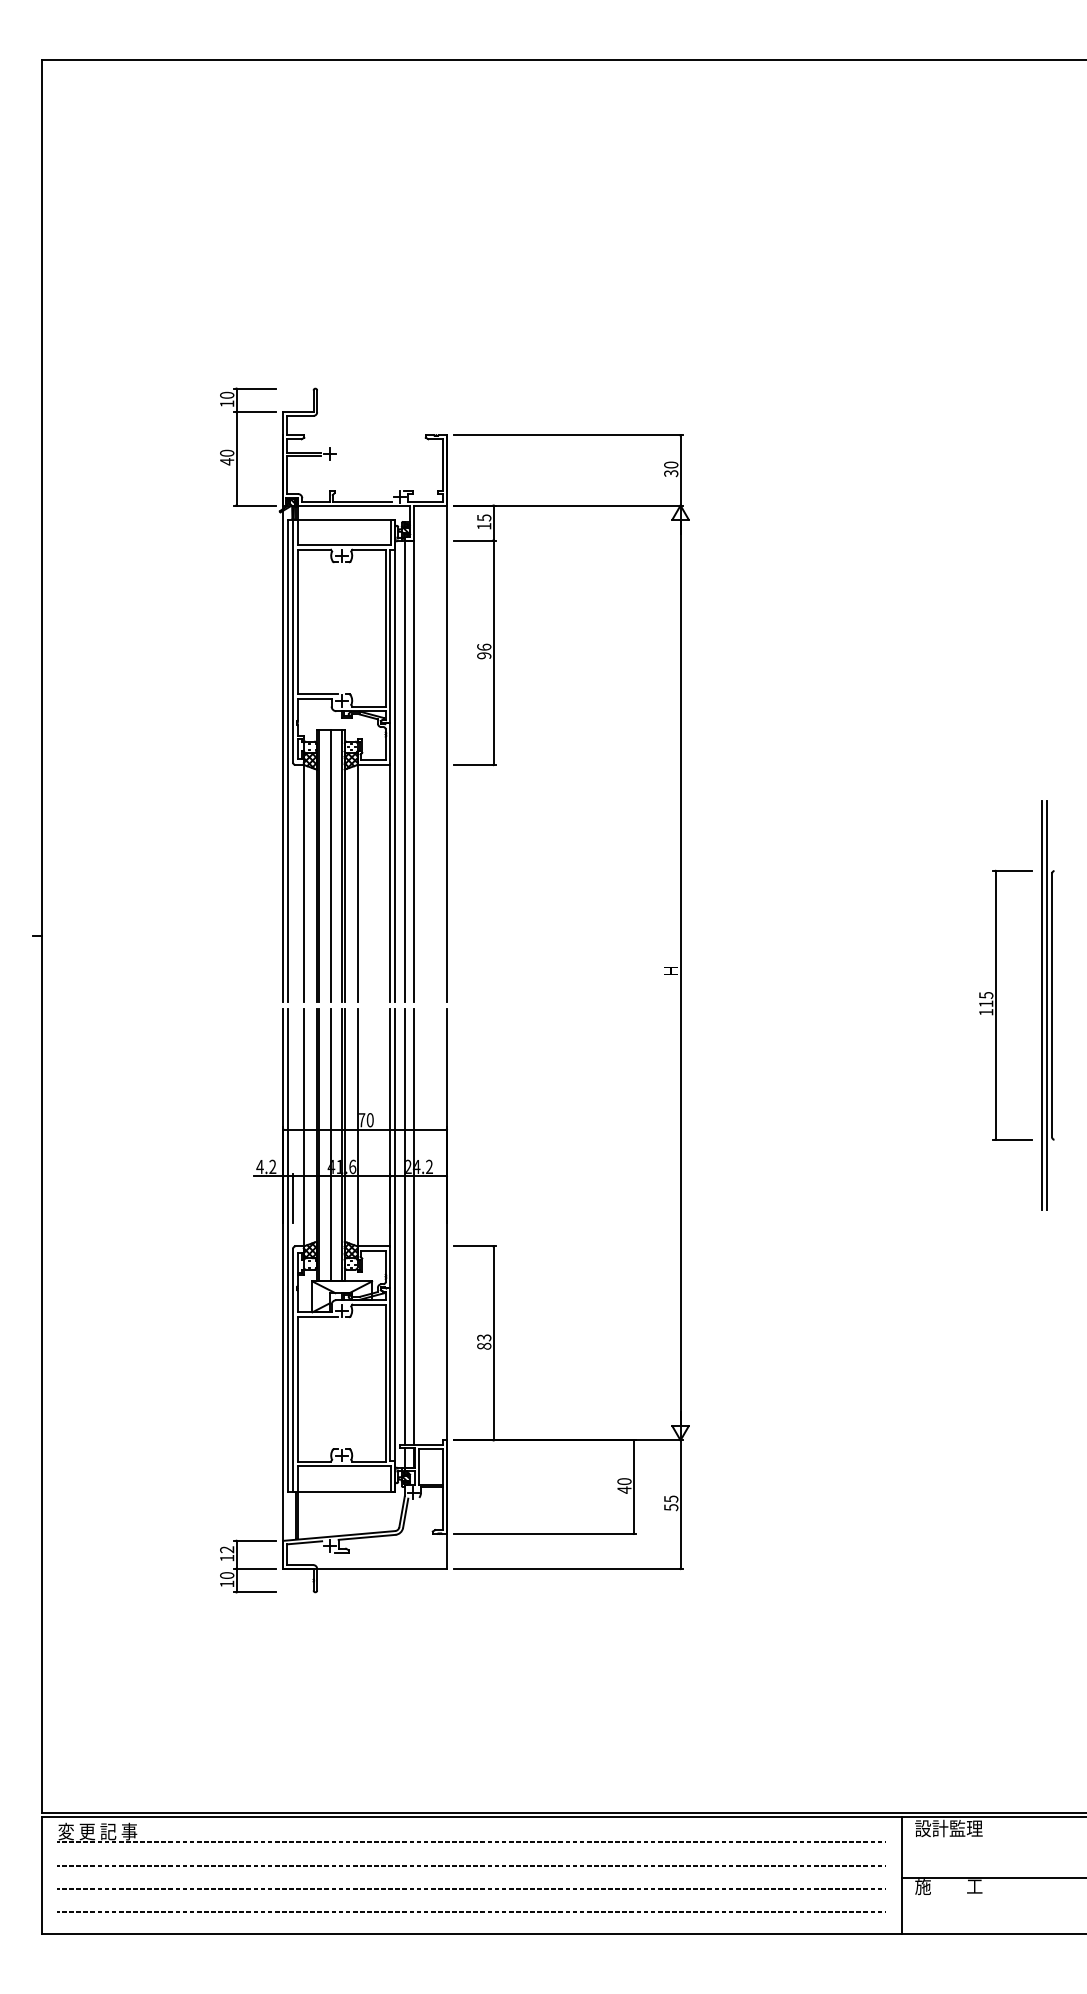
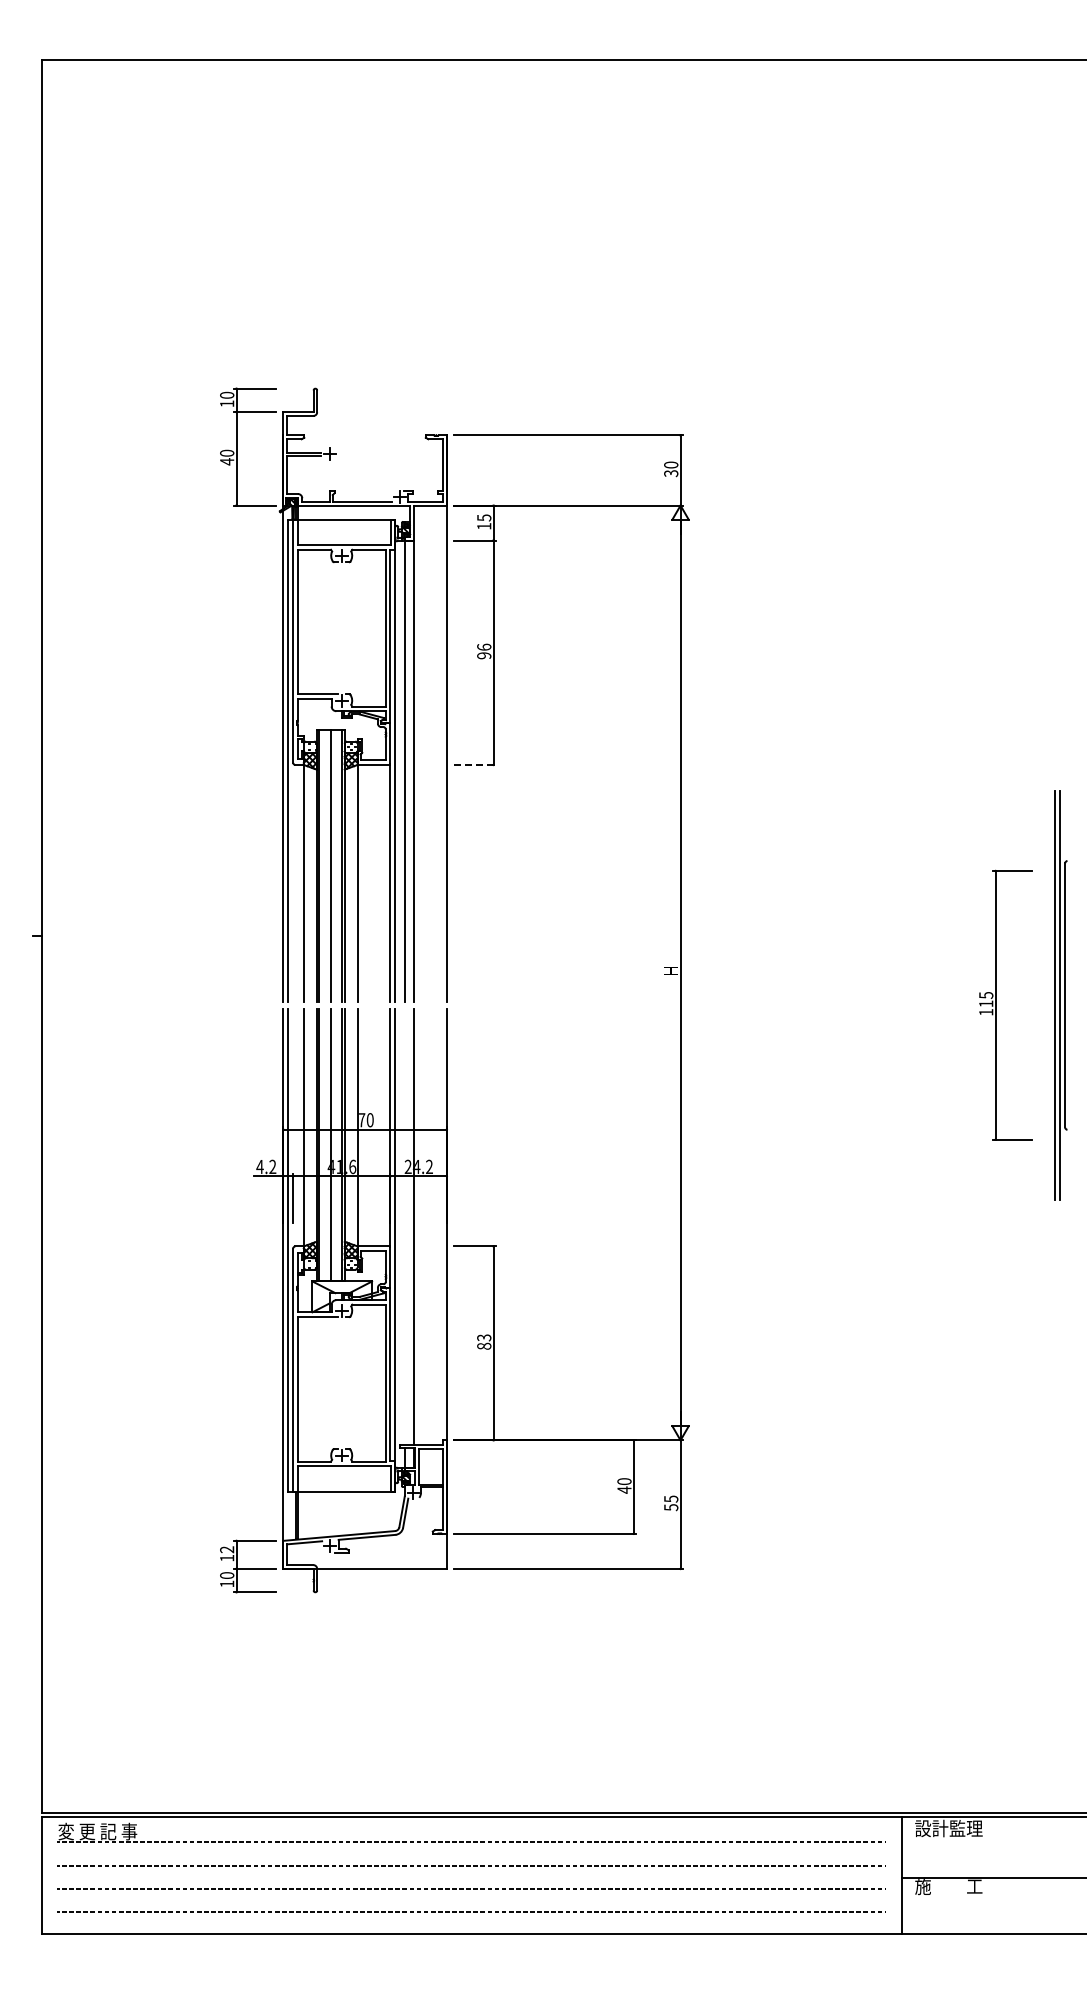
line at (475, 764): solid -> dashed
part at (1047, 1005) position: (1047, 1005) -> (1060, 995)
line at (404, 1227): present -> none
